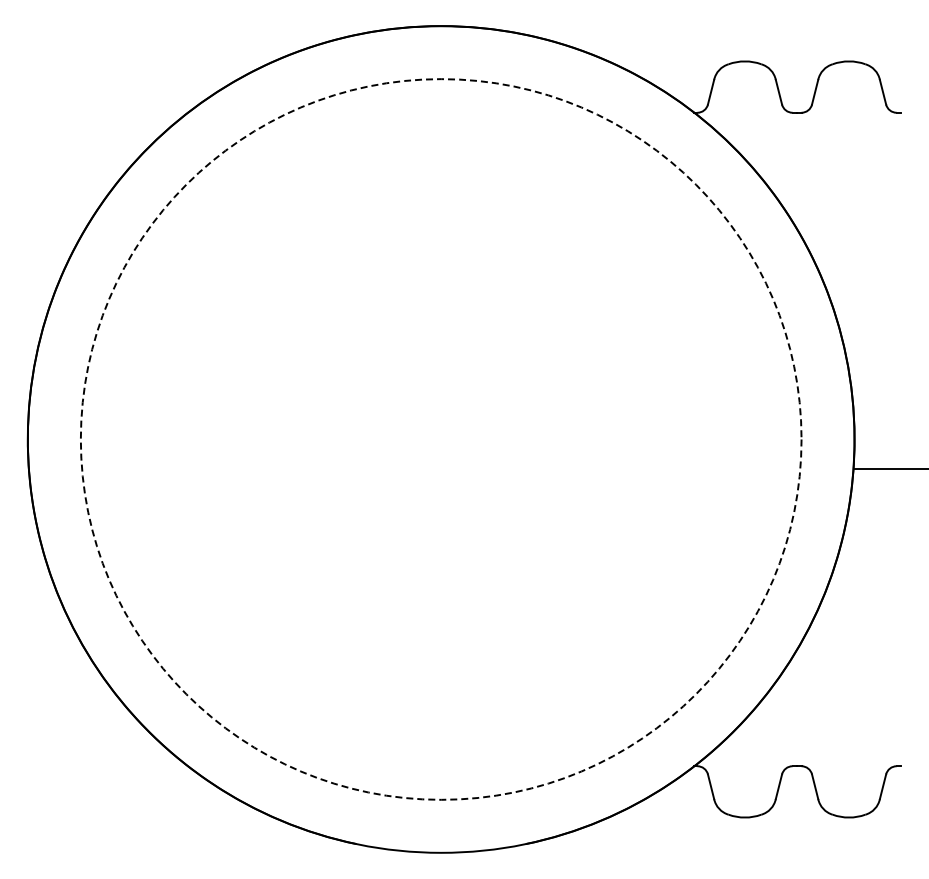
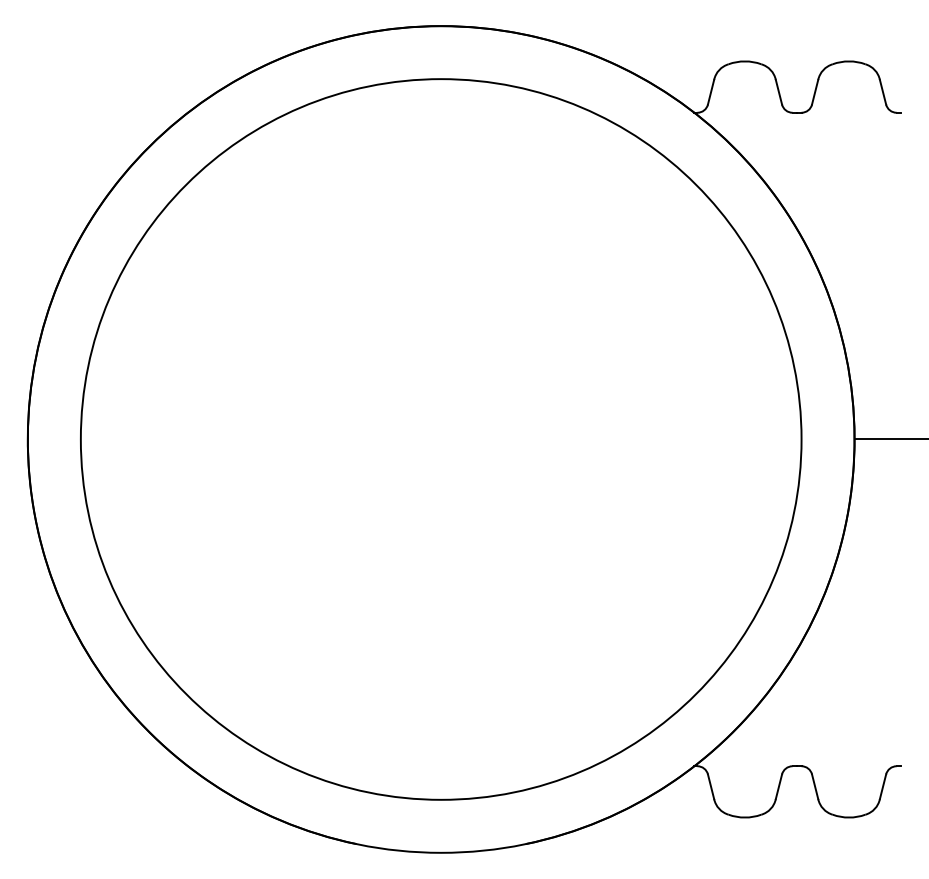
circle at (440, 439): dashed -> solid
line at (889, 469) position: (889, 469) -> (889, 439)
